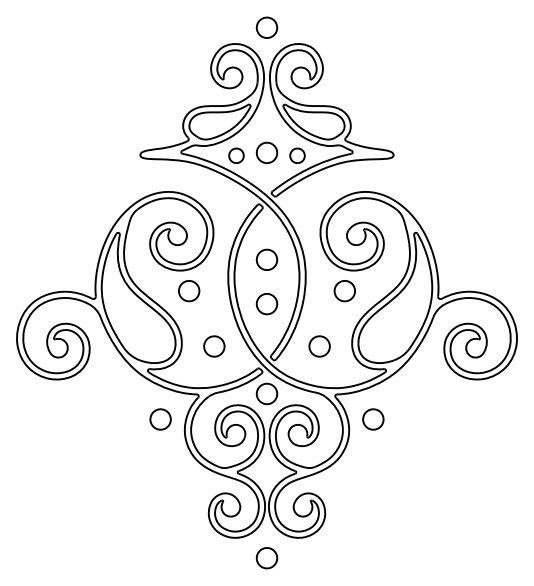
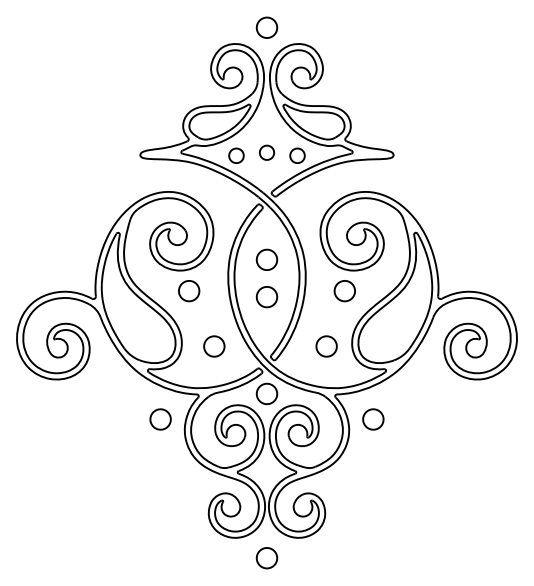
part at (266, 152) size: 24x23 px -> 16x17 px
part at (266, 304) position: (266, 304) -> (266, 297)
part at (319, 346) position: (319, 346) -> (326, 346)
